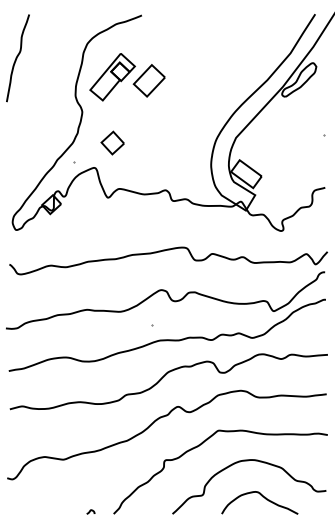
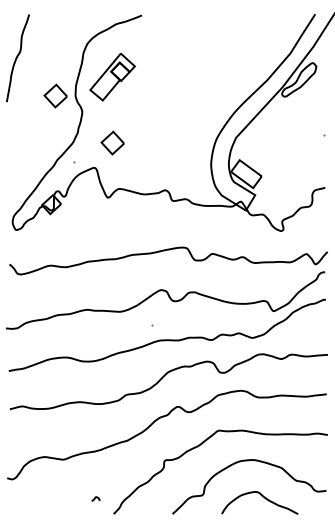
part at (148, 80): present -> none
part at (55, 95): none -> present
curve at (90, 511) position: (90, 511) -> (95, 498)
